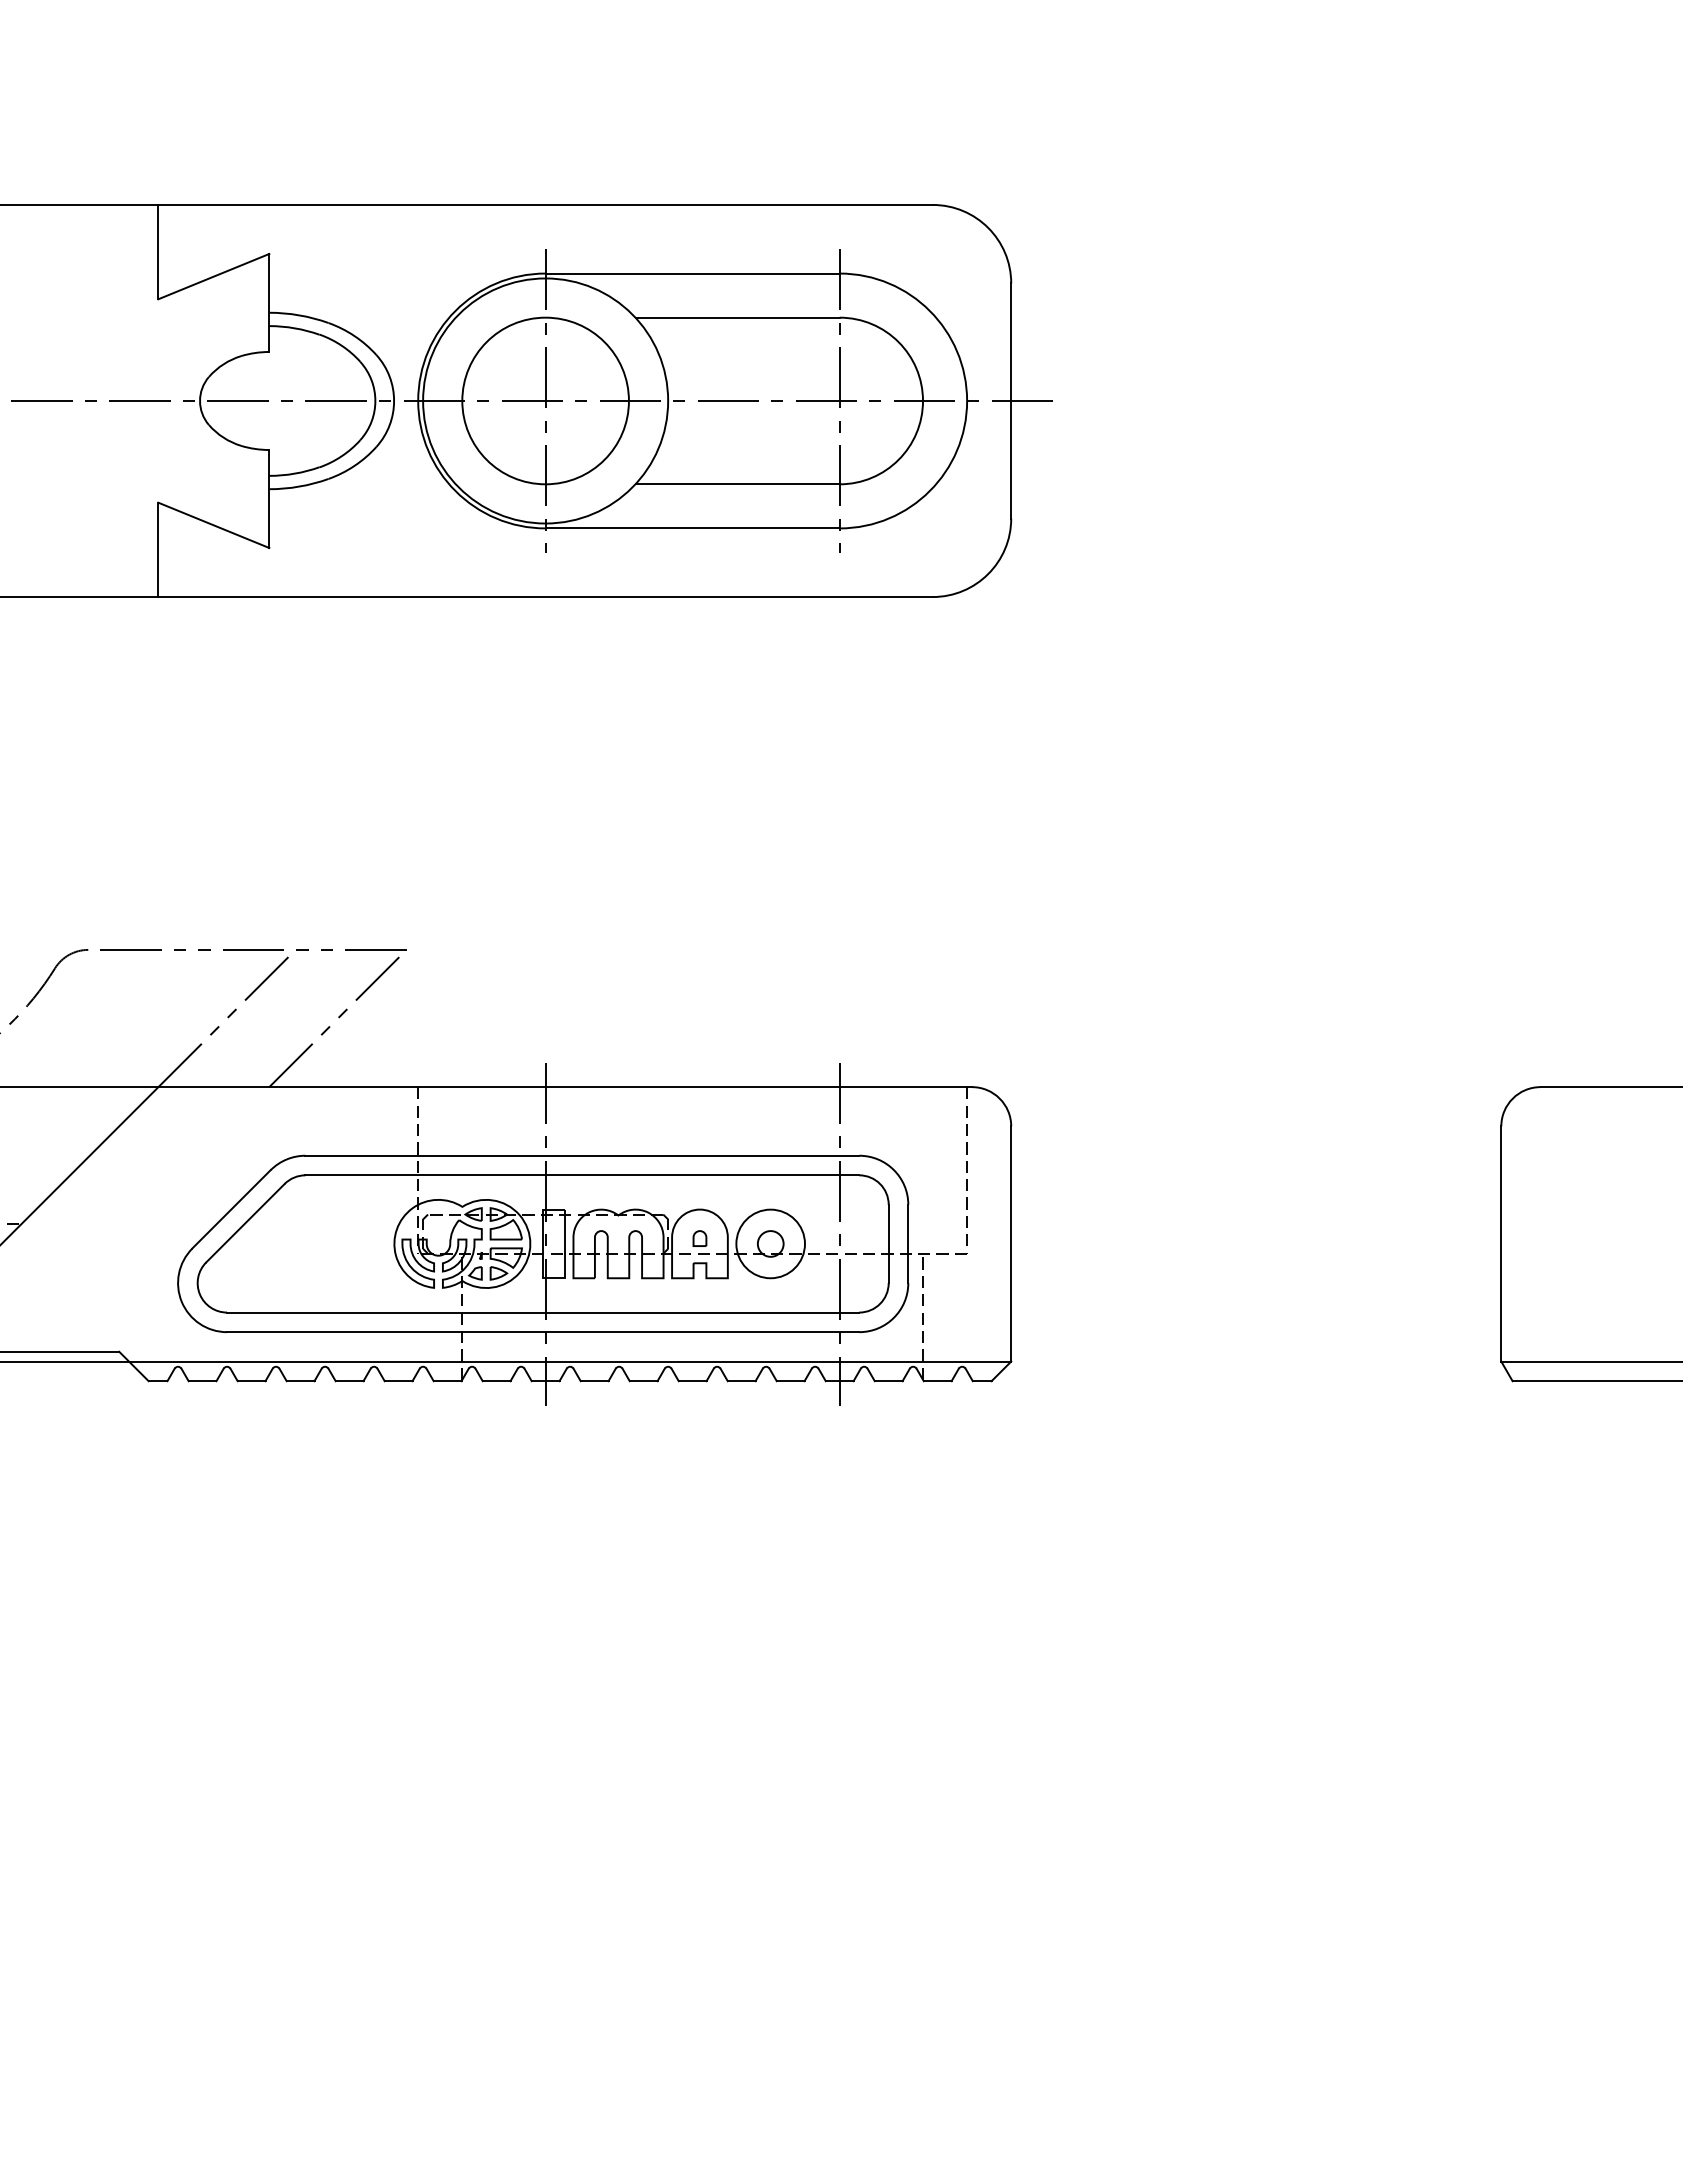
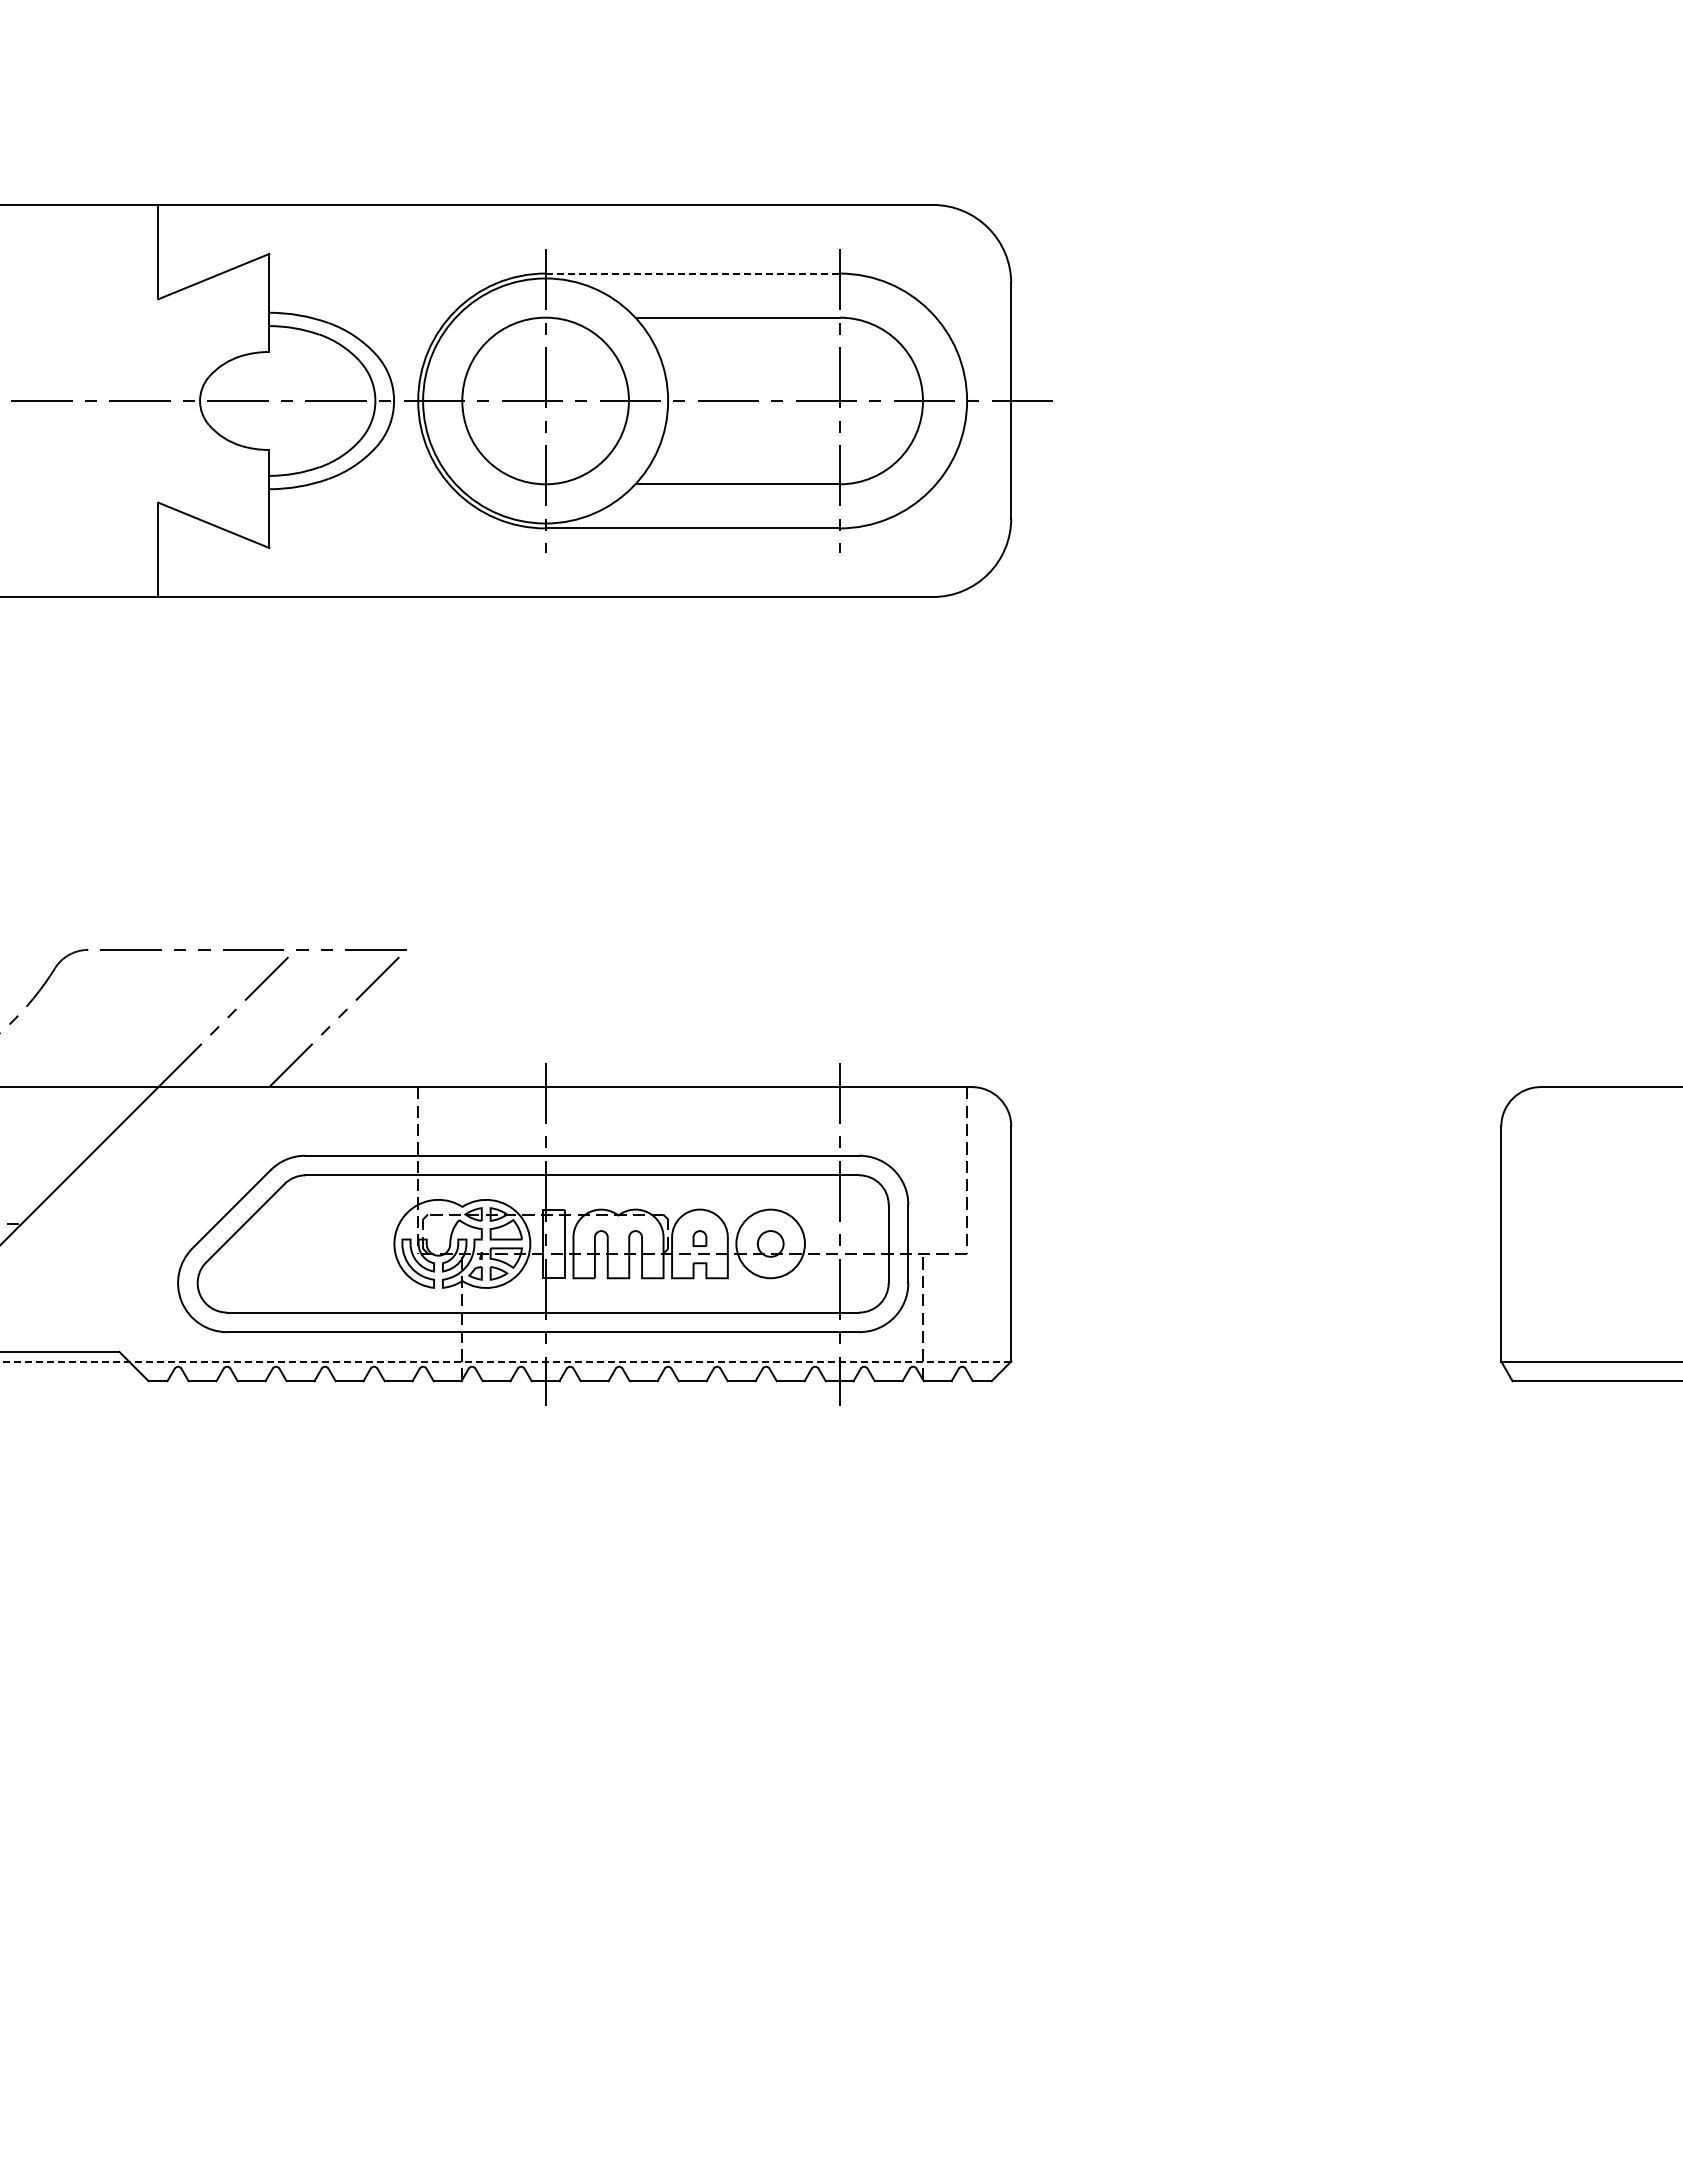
line at (693, 273): solid -> dashed
line at (506, 1361): solid -> dashed
